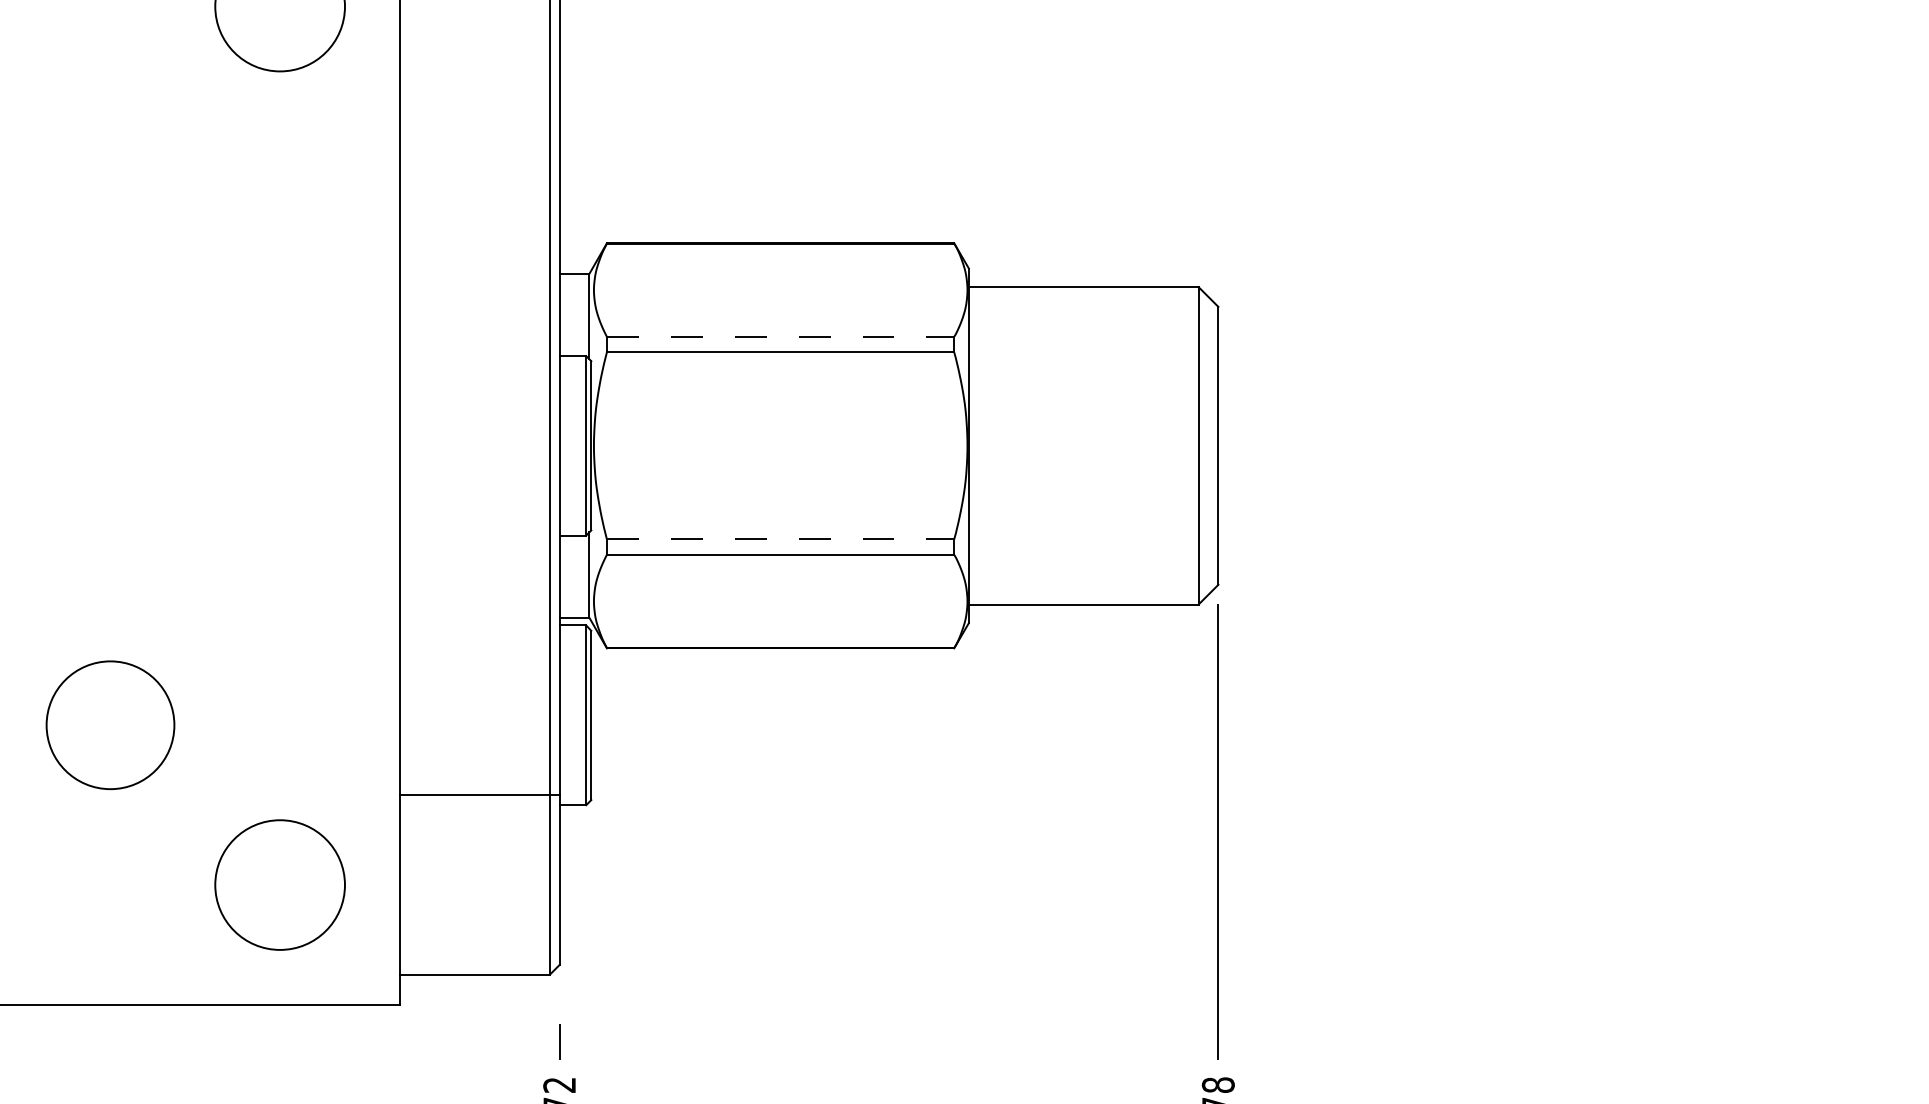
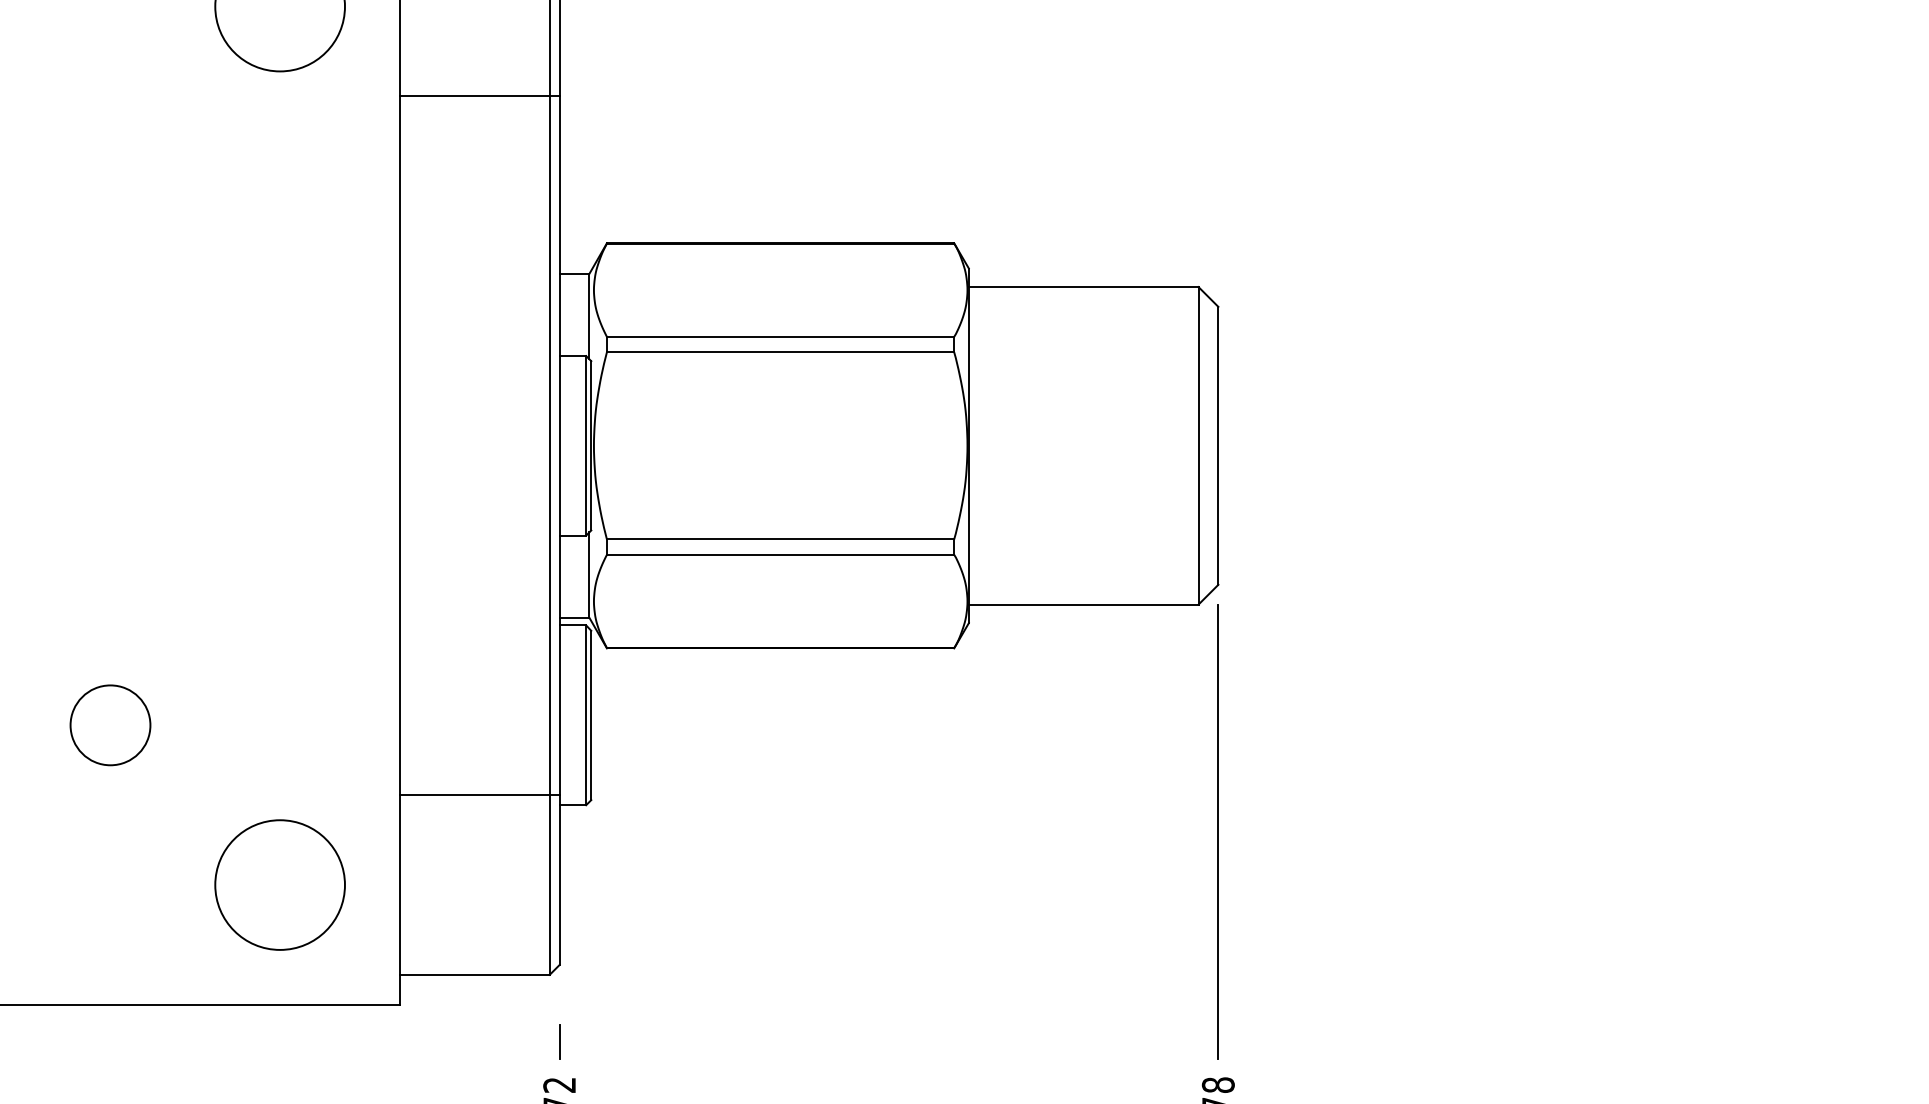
line at (479, 96): none -> present
line at (780, 336): dashed -> solid
line at (780, 539): dashed -> solid
circle at (110, 725) size: 131x131 px -> 83x83 px
